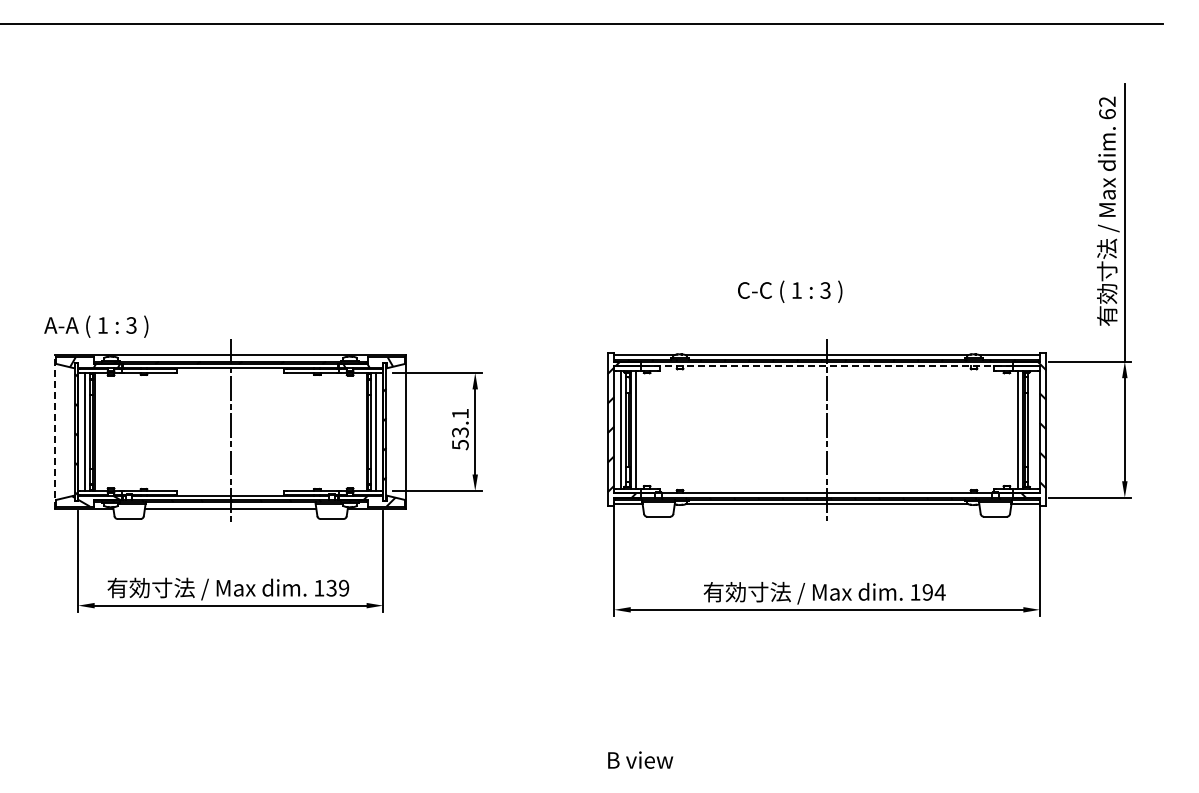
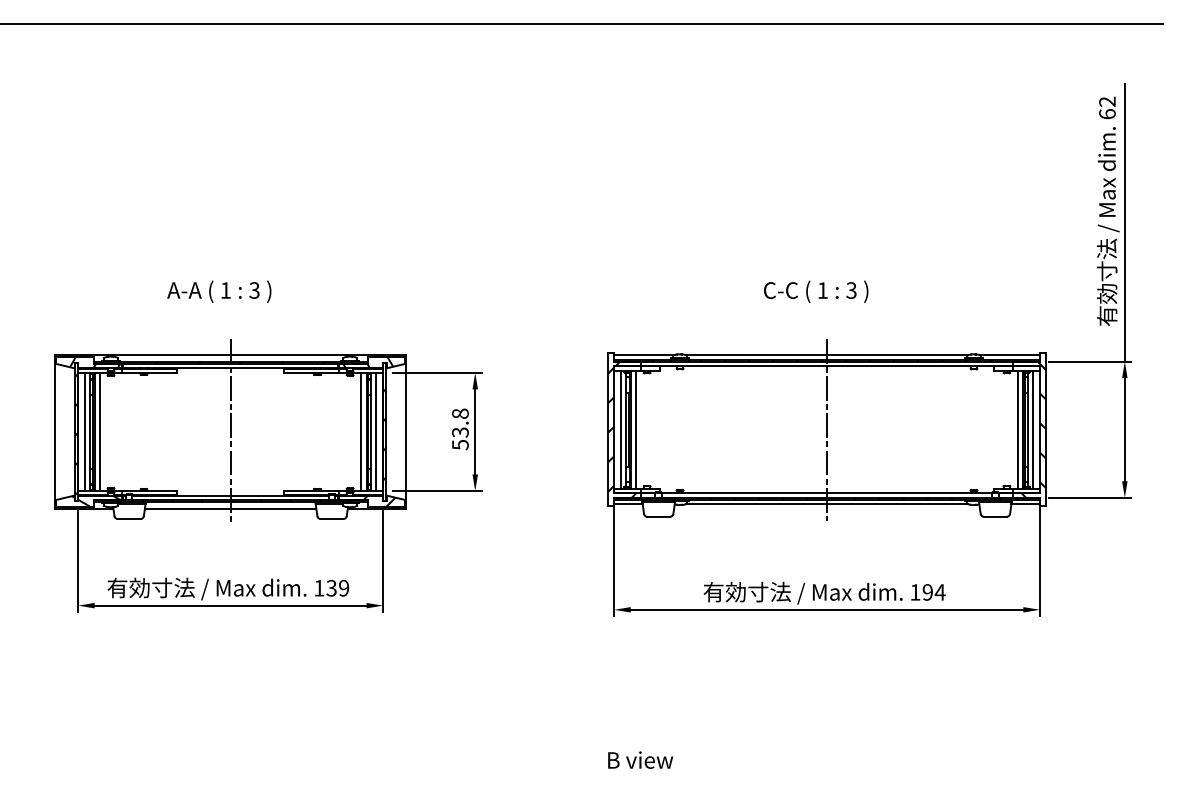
text at (790, 291) position: (790, 291) -> (816, 291)
text at (96, 326) position: (96, 326) -> (219, 291)
line at (826, 366): dashed -> solid
text at (460, 413): 53.1 -> 53.8
line at (1033, 429): none -> present
line at (55, 431): dashed -> solid
line at (100, 431): none -> present
line at (361, 431): none -> present
